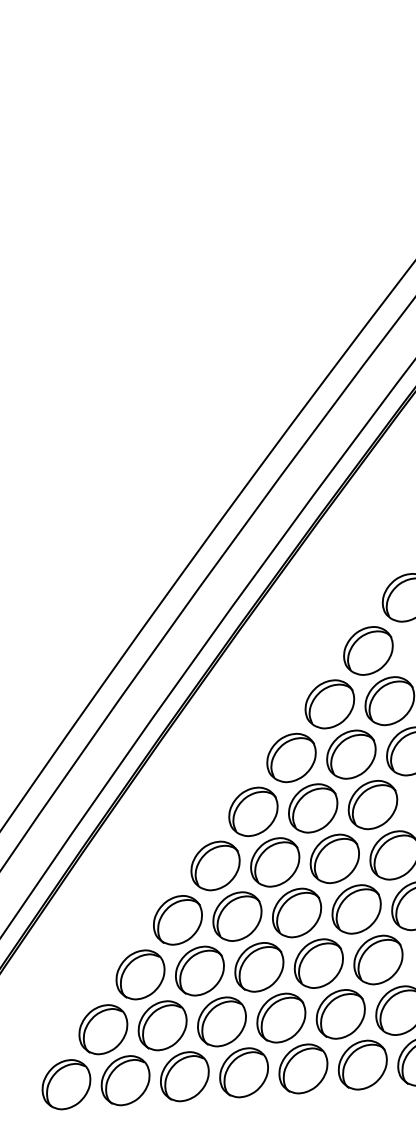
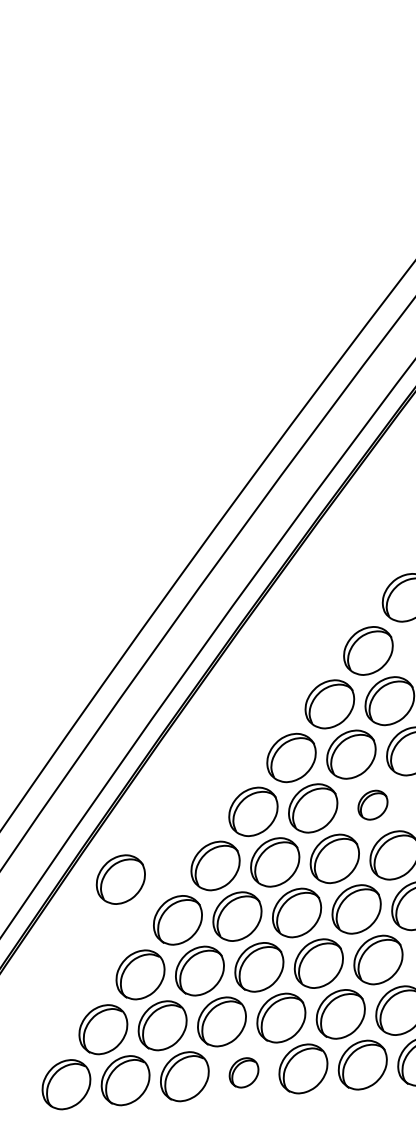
part at (372, 805) size: 52x51 px -> 32x32 px
part at (120, 879): none -> present
part at (243, 1072) size: 50x52 px -> 32x32 px
